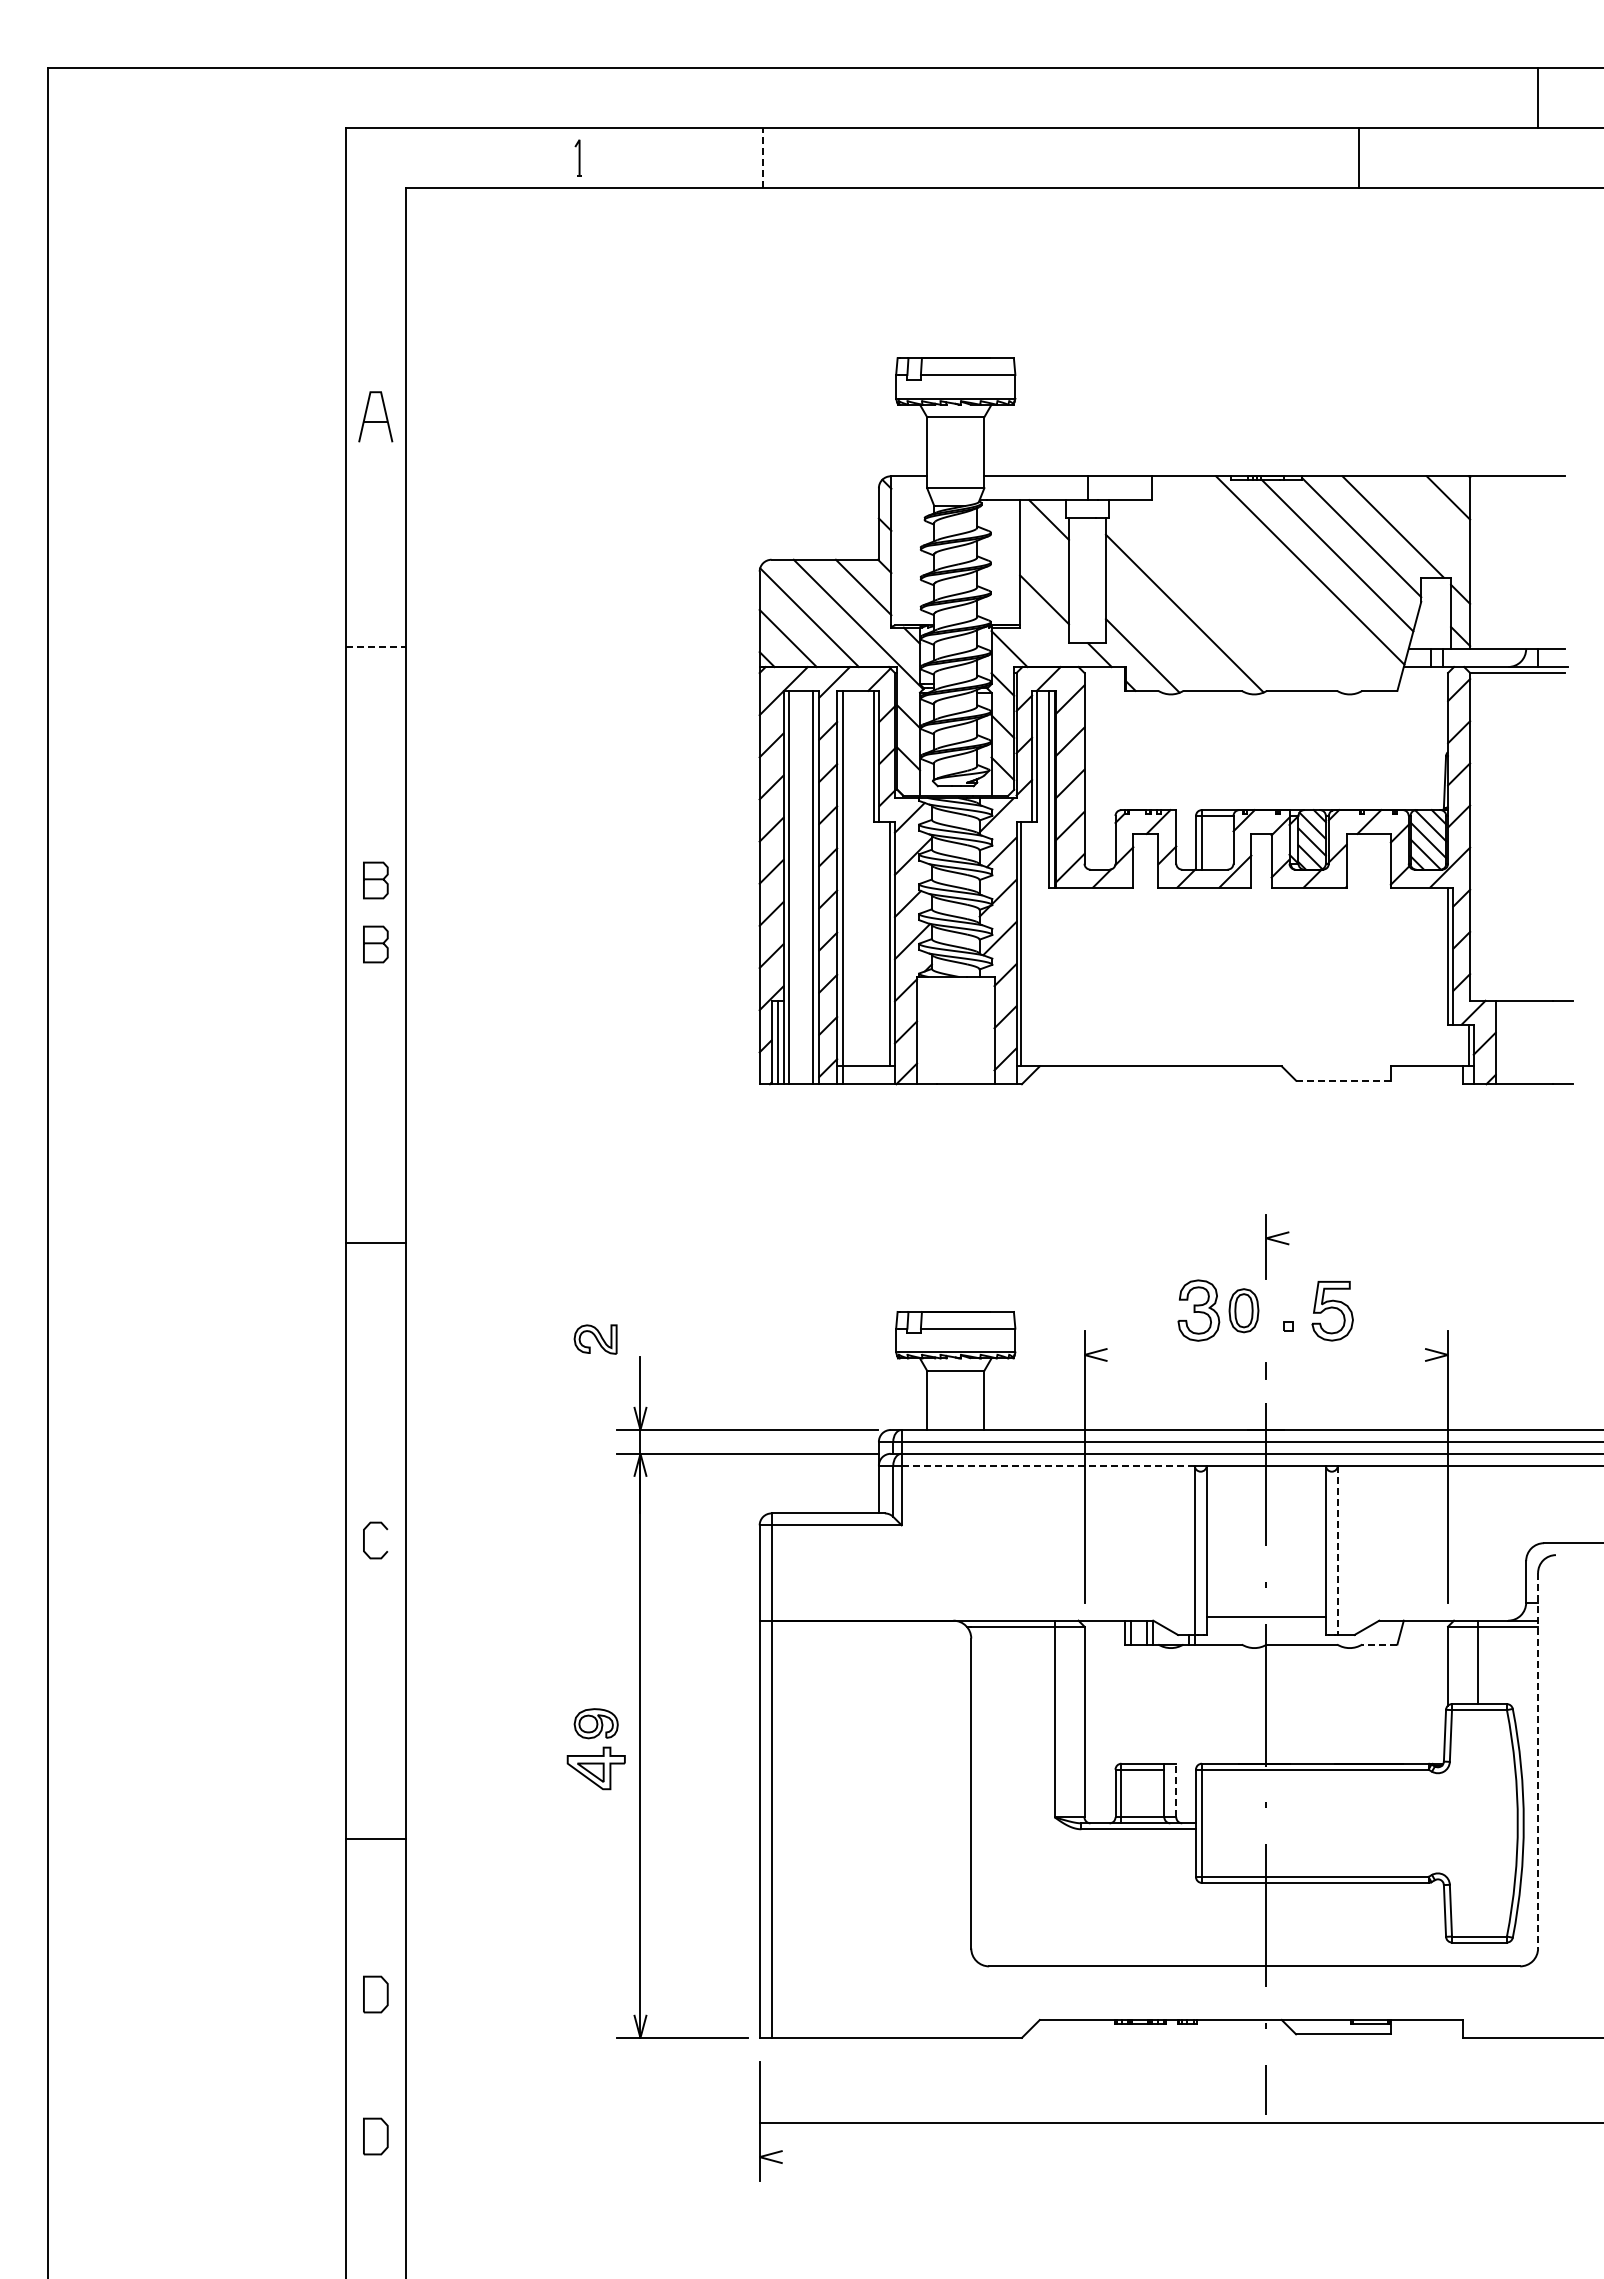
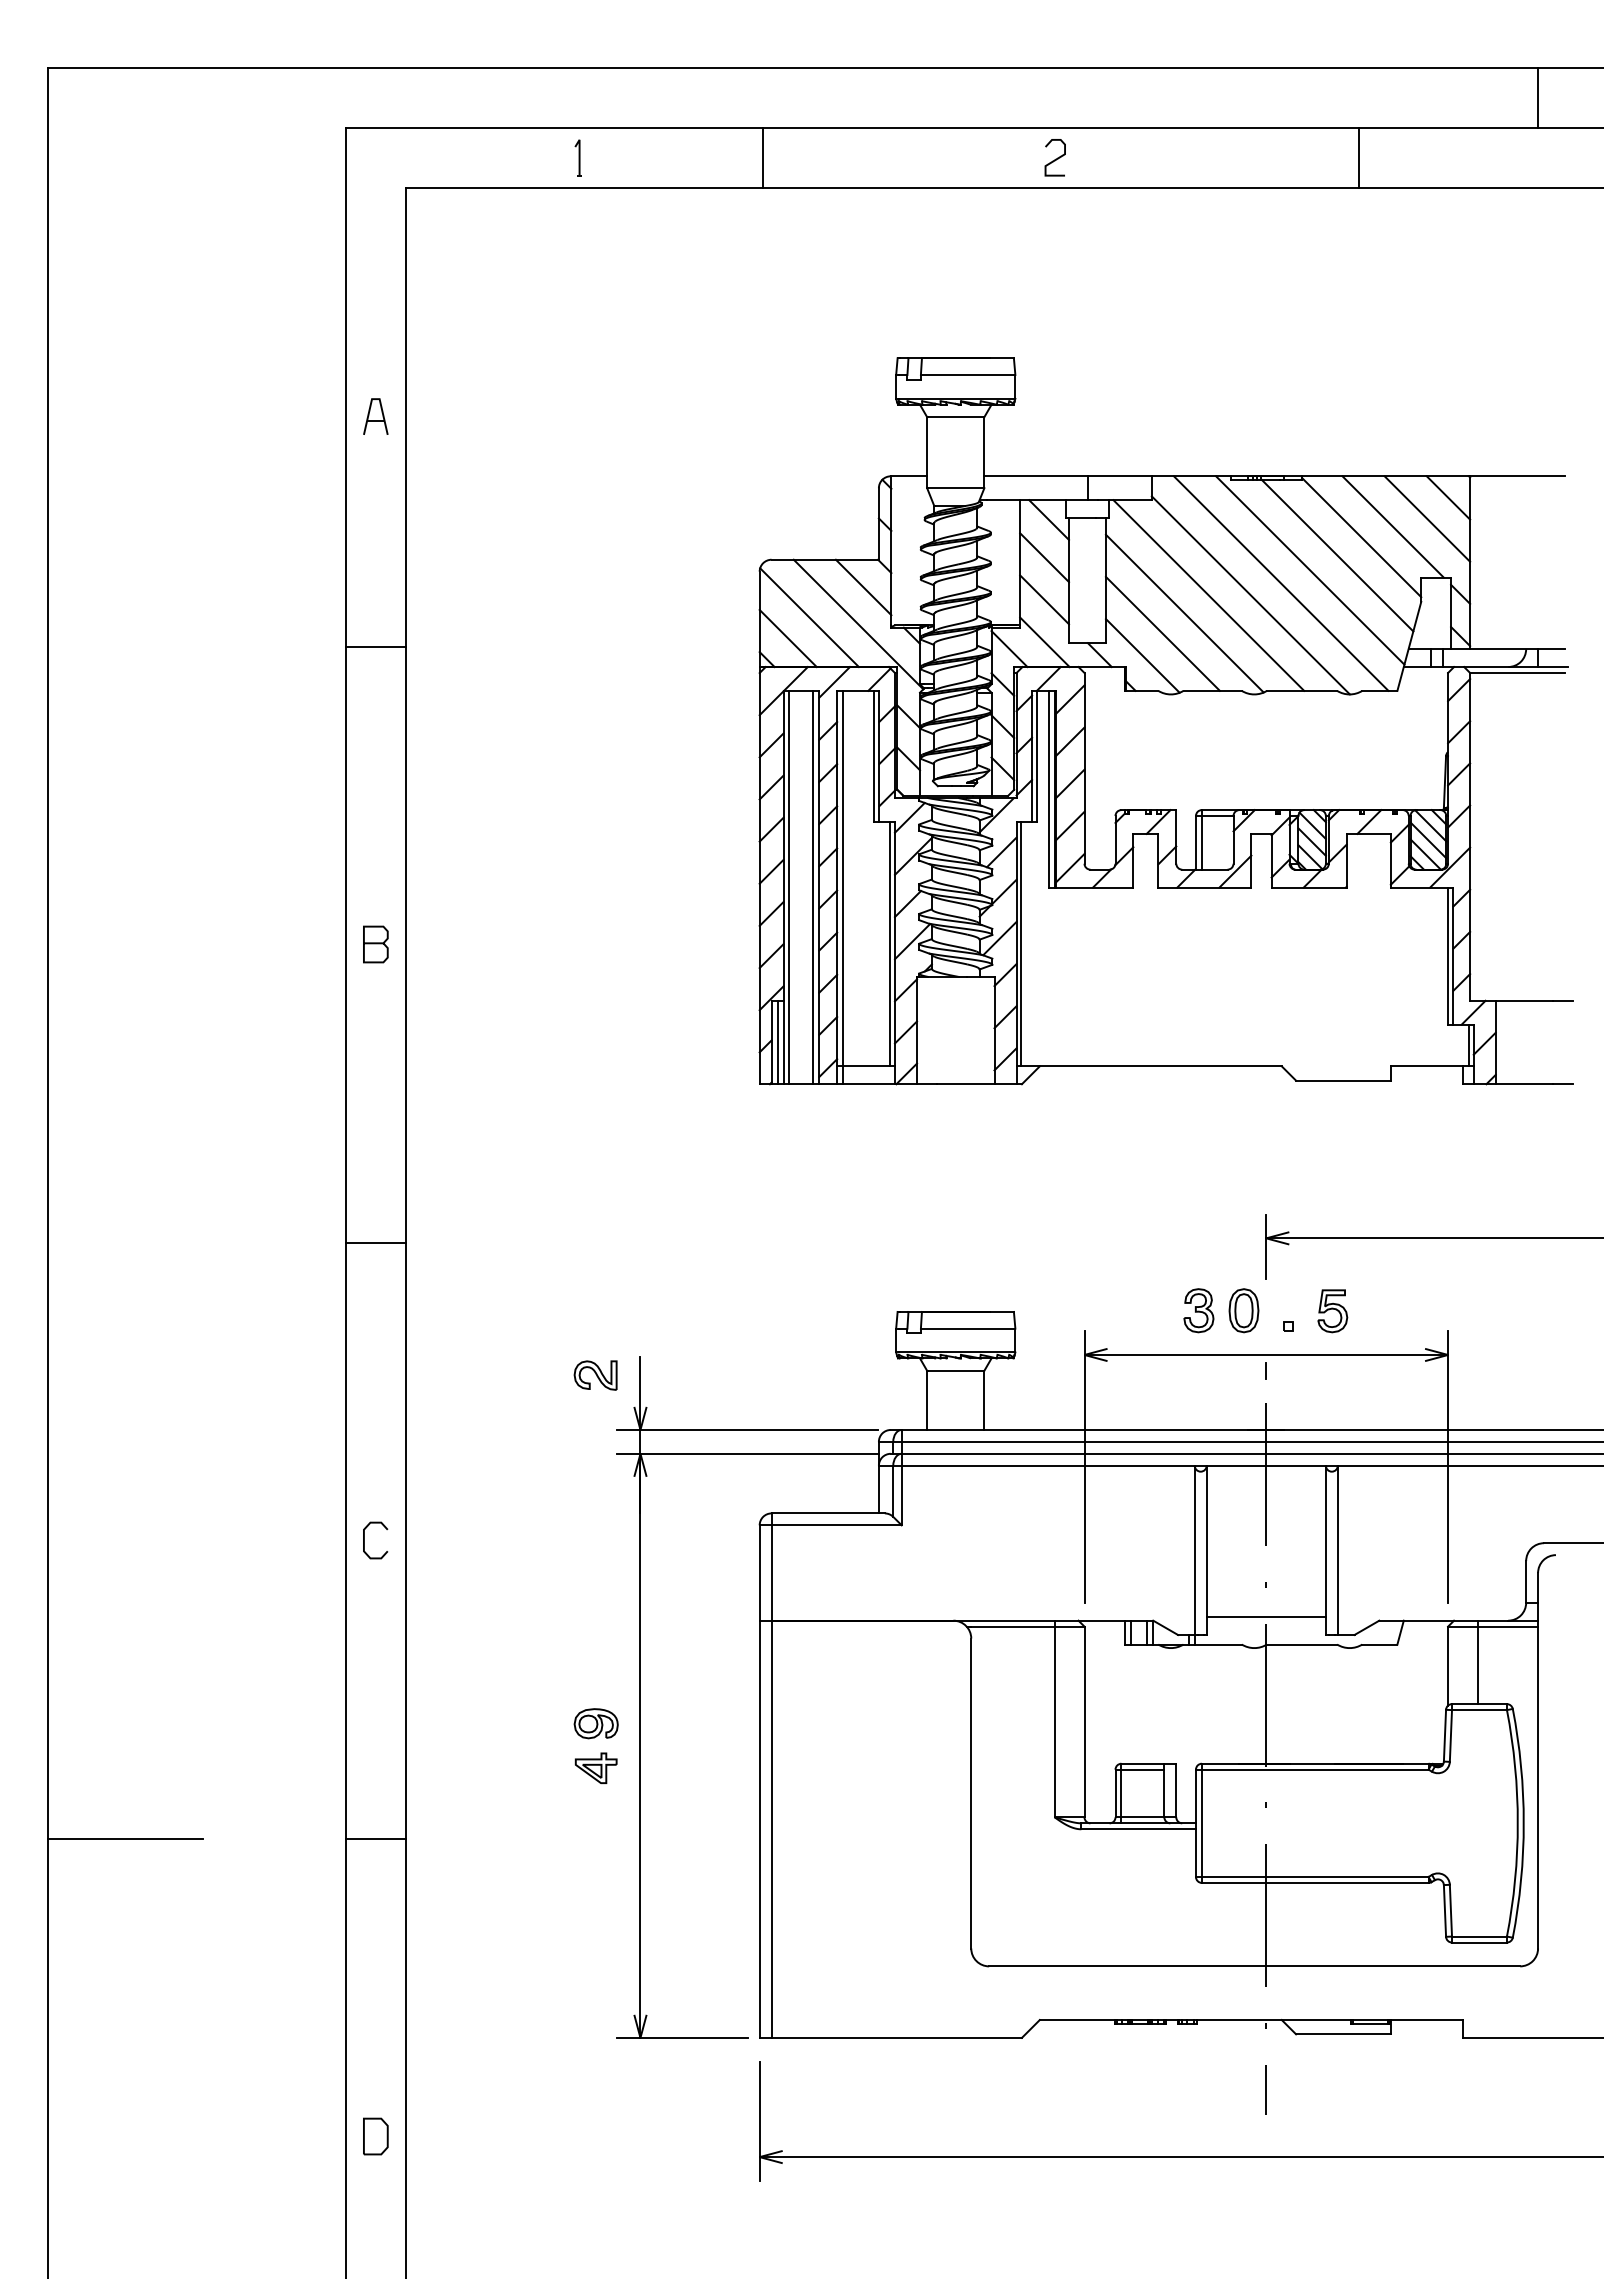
line at (763, 157): dashed -> solid
curve at (1055, 158): none -> present
part at (375, 416) size: 36x52 px -> 26x37 px
line at (1427, 518): none -> present
line at (1044, 557): none -> present
line at (1280, 583): none -> present
line at (1208, 595): none -> present
line at (1250, 595): none -> present
line at (1162, 633): none -> present
line at (1044, 642): none -> present
line at (375, 646): dashed -> solid
curve at (375, 880): present -> none
line at (1343, 1080): dashed -> solid
line at (1433, 1238): none -> present
part at (1198, 1310) size: 44x63 px -> 32x46 px
part at (1332, 1311) size: 43x61 px -> 32x45 px
part at (595, 1339) position: (595, 1339) -> (595, 1375)
line at (1266, 1354): none -> present
line at (1048, 1465): dashed -> solid
line at (1337, 1550): dashed -> solid
line at (1379, 1644): dashed -> solid
line at (1538, 1760): dashed -> solid
part at (595, 1768) size: 60x45 px -> 44x32 px
line at (1176, 1790): dashed -> solid
line at (125, 1838): none -> present
part at (375, 1994): present -> none
line at (1179, 2123) position: (1179, 2123) -> (1179, 2157)
